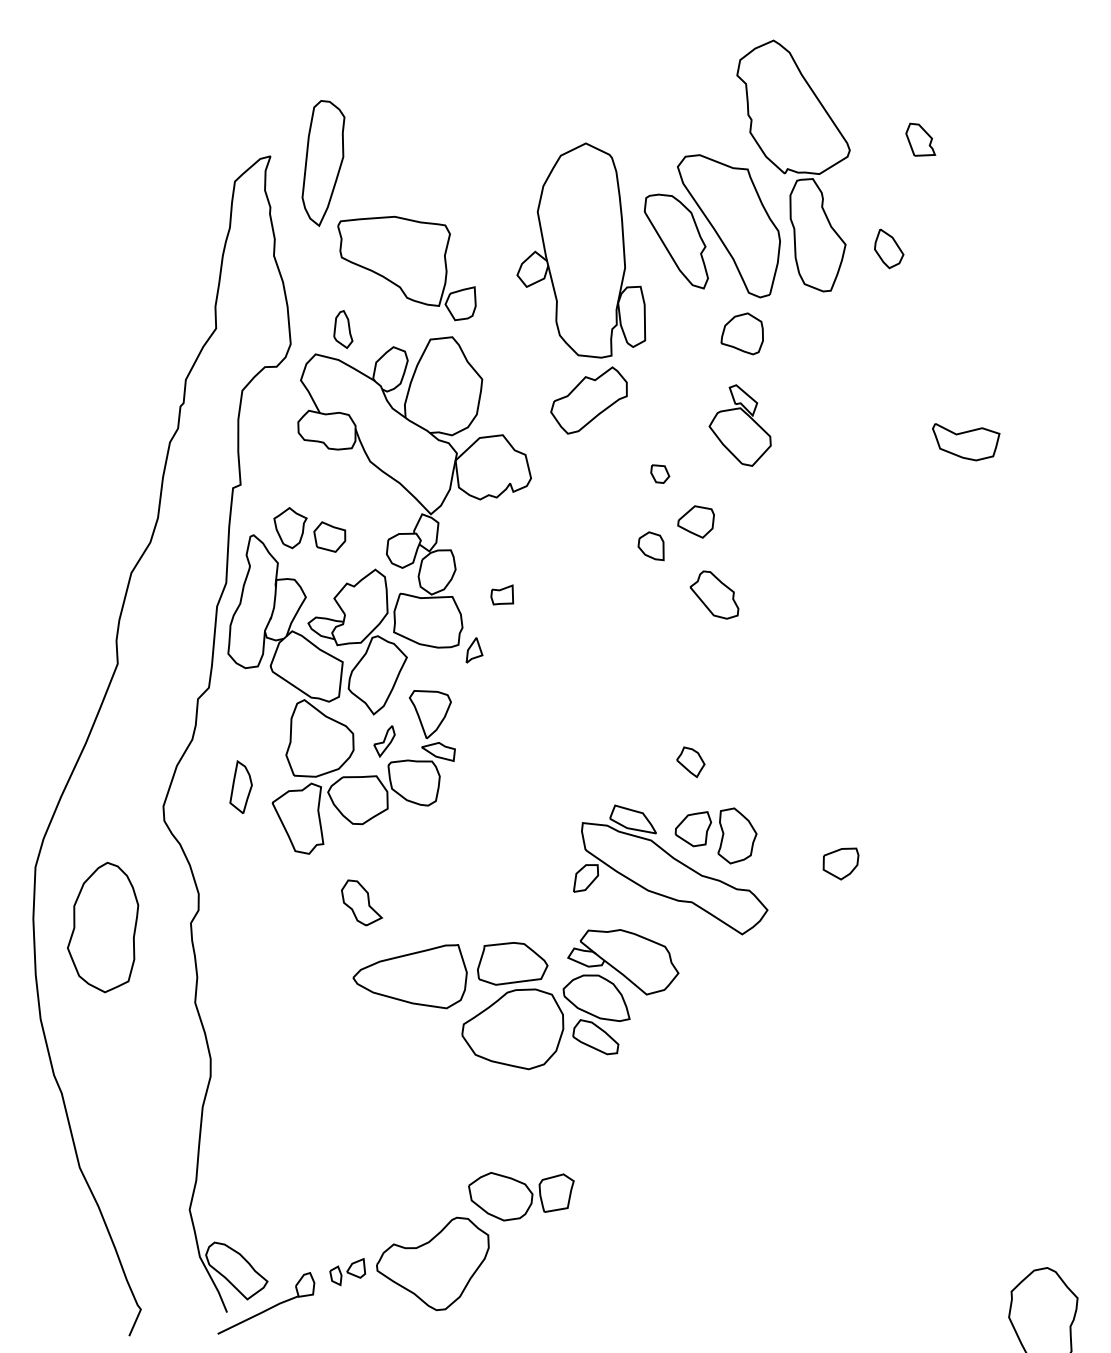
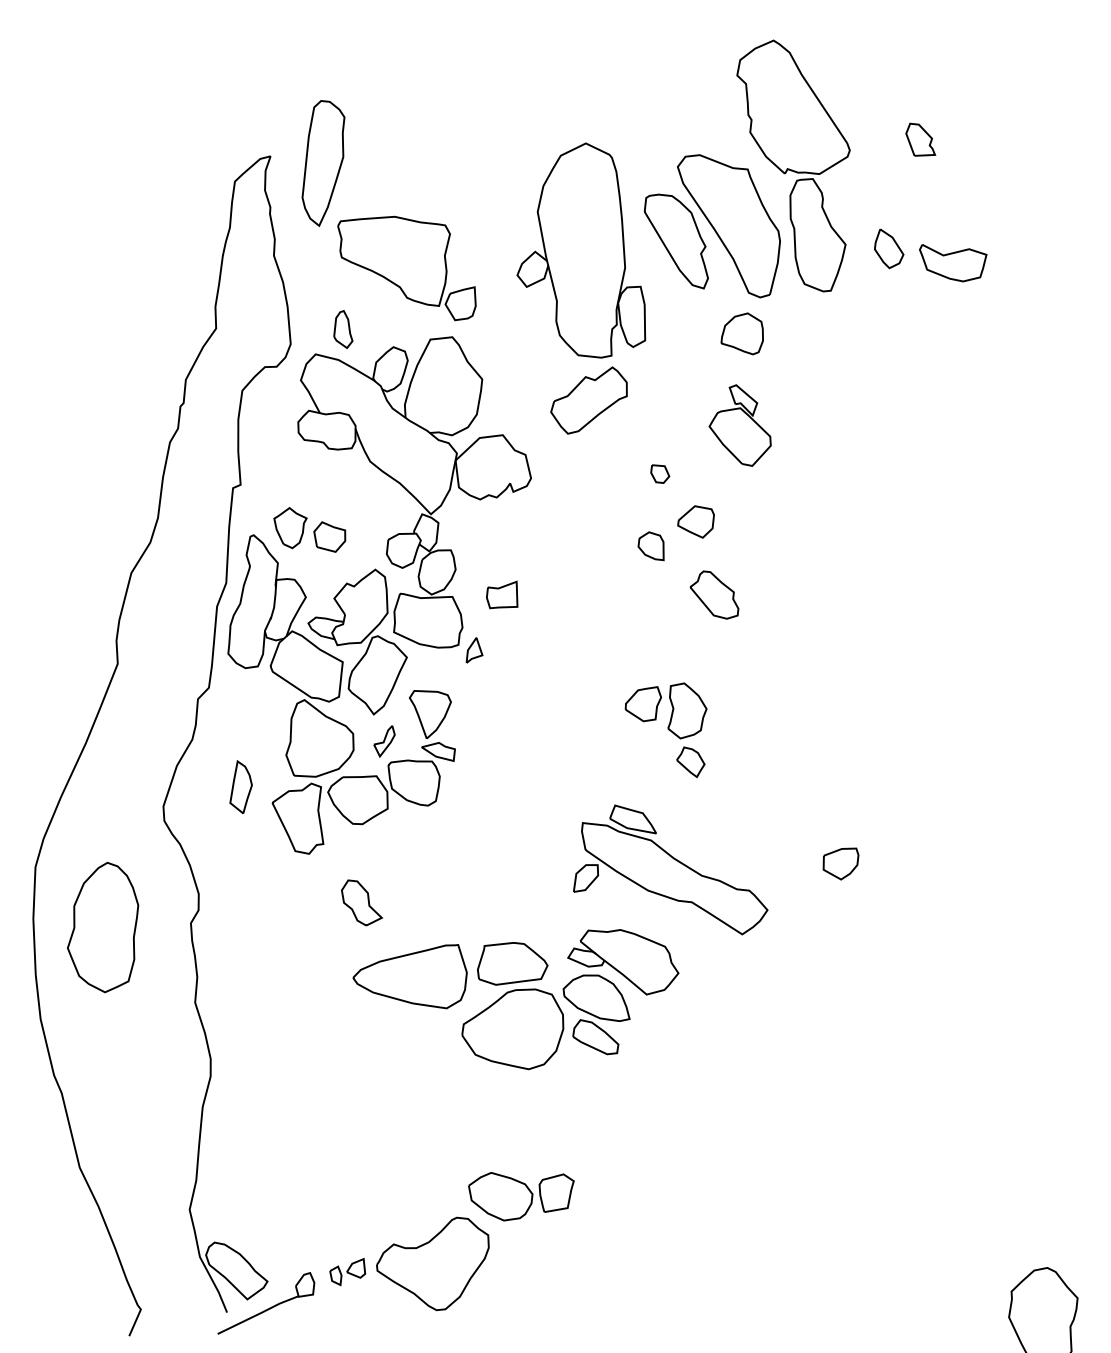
part at (966, 442) position: (966, 442) -> (953, 263)
part at (502, 594) size: 25x22 px -> 33x30 px
part at (721, 836) position: (721, 836) -> (671, 711)
